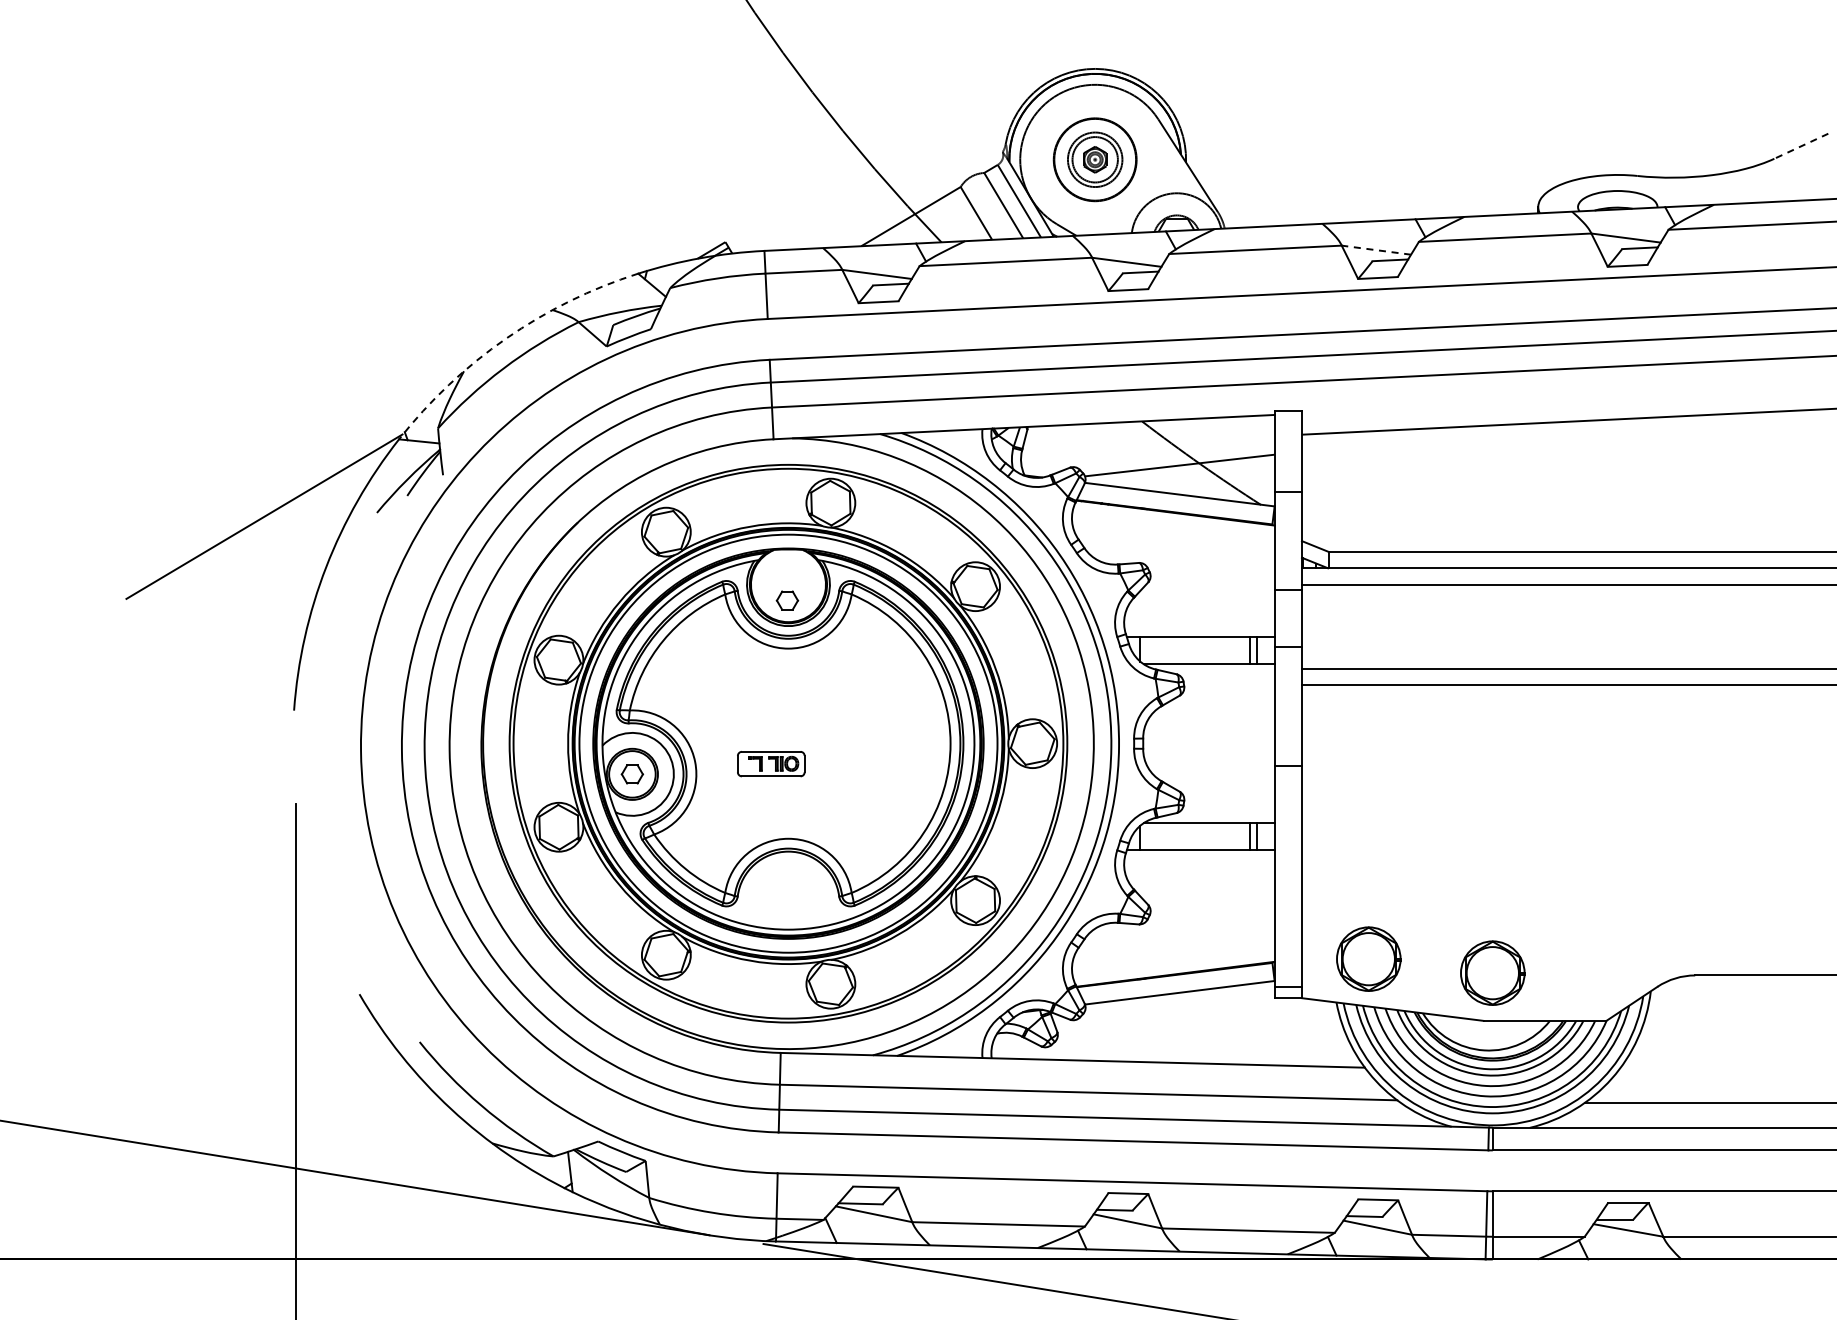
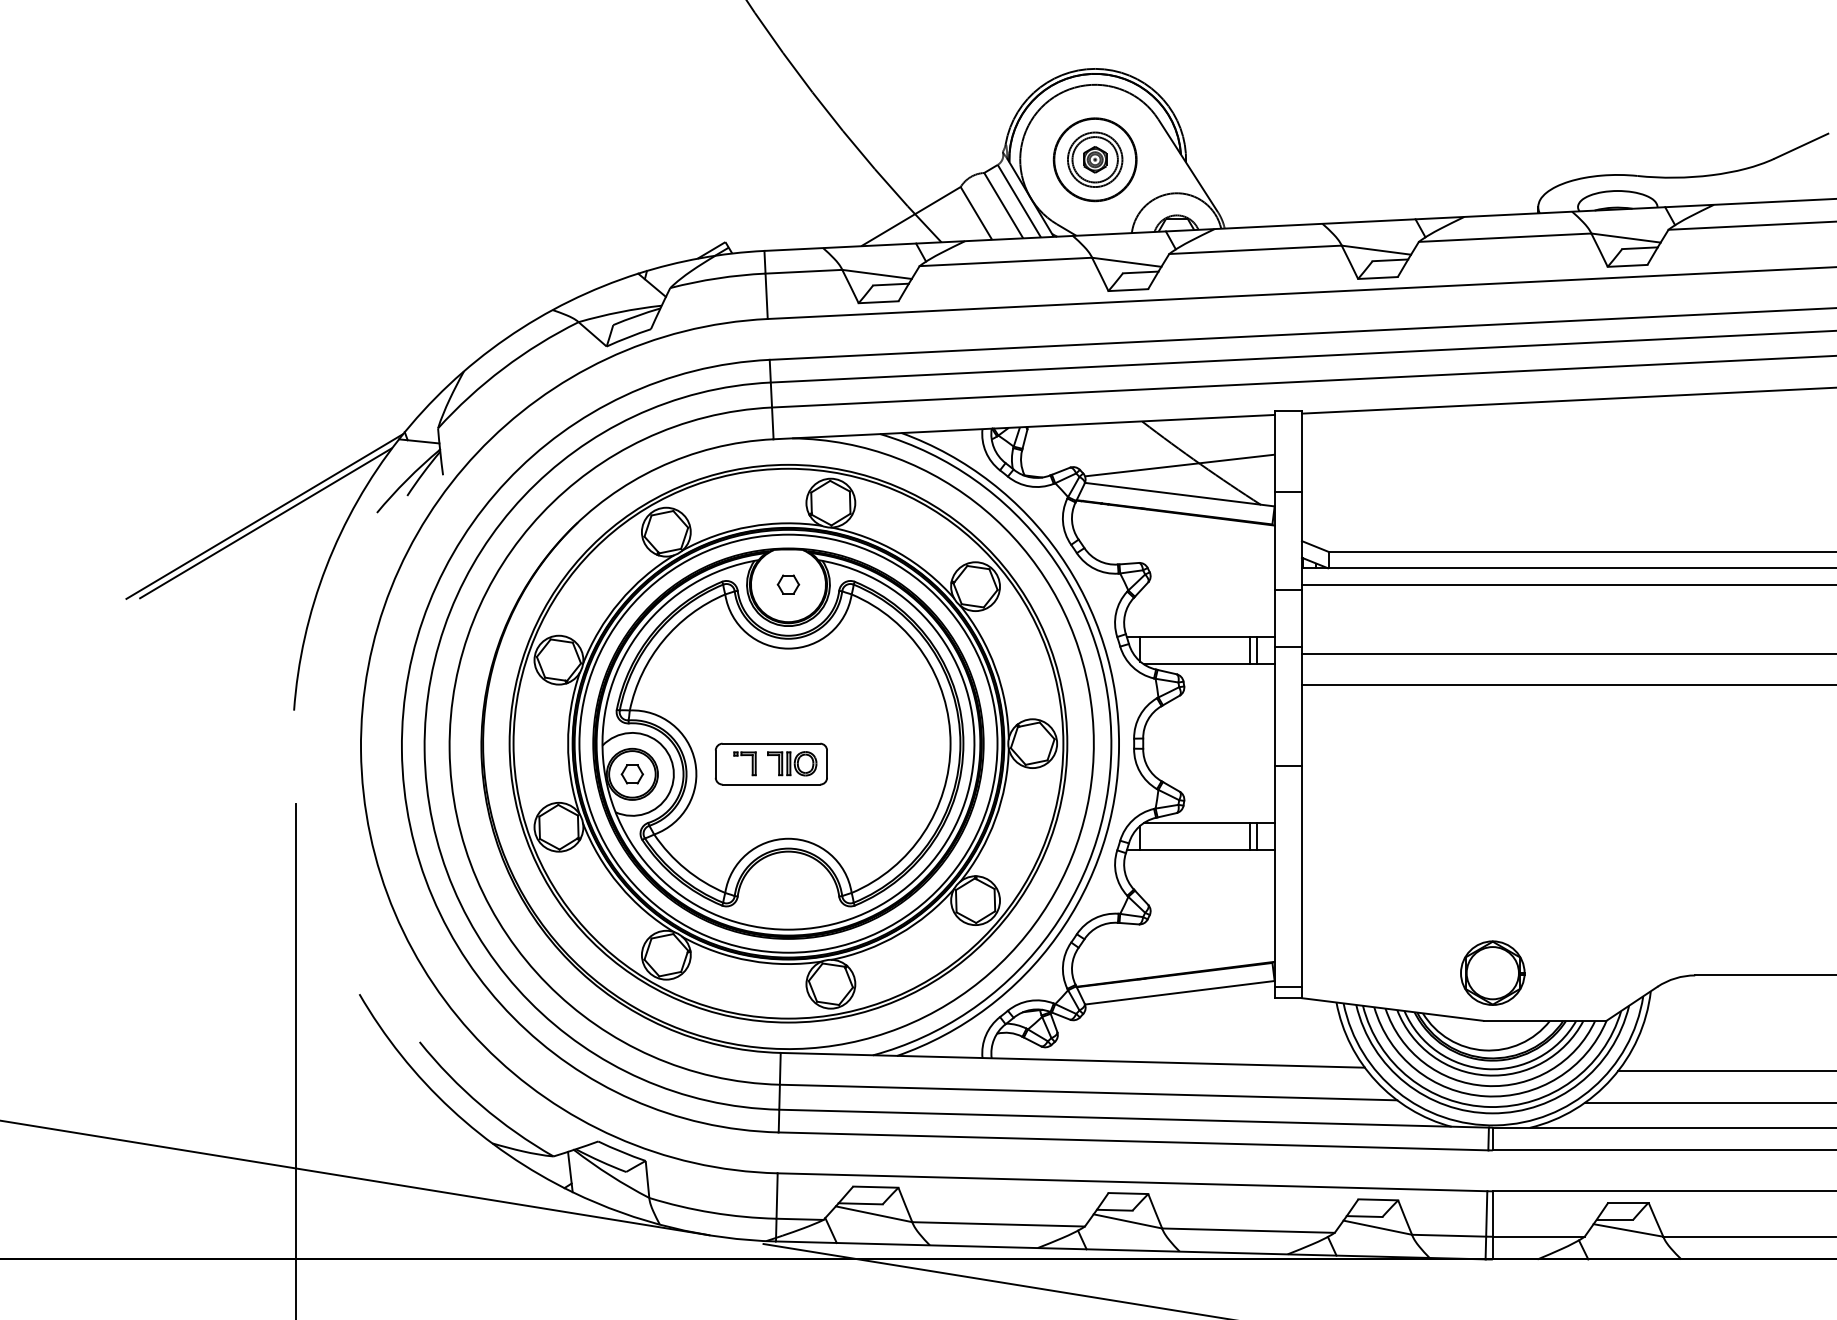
line at (1801, 146): dashed -> solid
line at (1376, 250): dashed -> solid
arc at (506, 338): dashed -> solid
line at (1567, 421) position: (1567, 421) -> (1567, 400)
line at (265, 522): none -> present
part at (787, 600) position: (787, 600) -> (788, 584)
line at (1567, 668) position: (1567, 668) -> (1567, 653)
part at (771, 764) size: 69x27 px -> 114x44 px
part at (1368, 958): present -> none
line at (1725, 1070): none -> present
